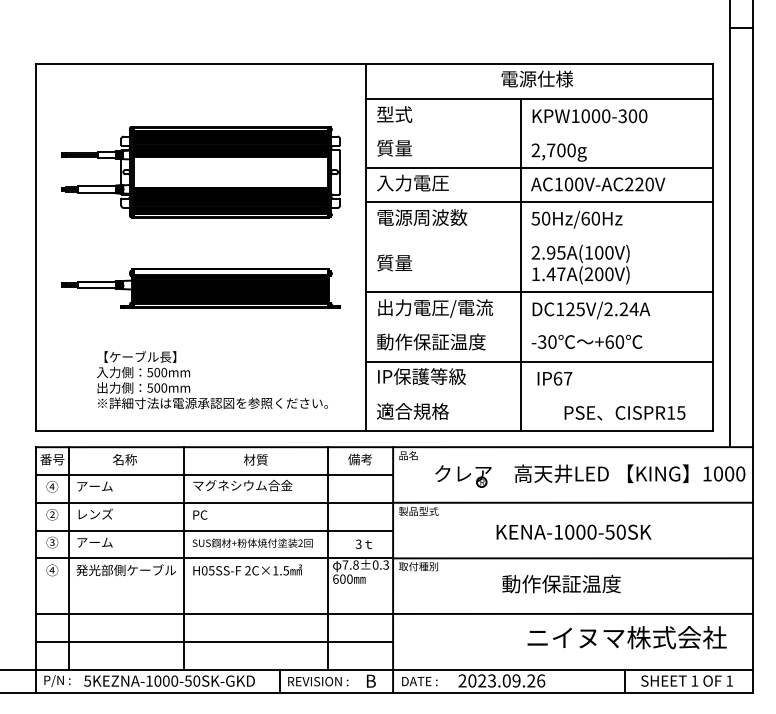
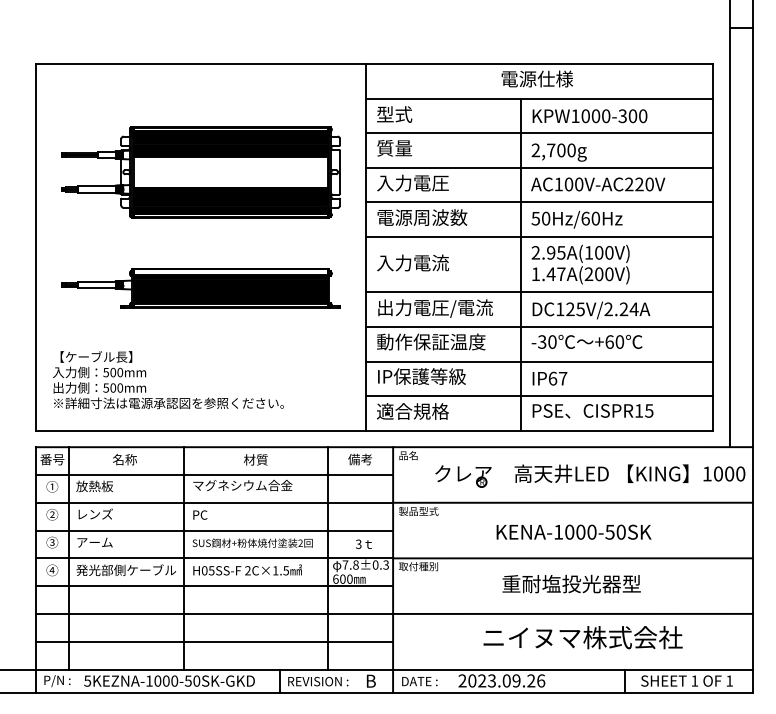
line at (538, 133): none -> present
line at (538, 236): none -> present
text at (413, 262): 質量 -> 入力電流
line at (538, 327): none -> present
text at (554, 378) position: (554, 378) -> (549, 378)
text at (212, 380) position: (212, 380) -> (168, 380)
line at (538, 396): none -> present
text at (624, 413) position: (624, 413) -> (592, 411)
text at (51, 486): ④ -> ①
text at (94, 486): アーム -> 放熱板
text at (571, 583): 動作保証温度 -> 重耐塩投光器型
line at (214, 586): none -> present
text at (626, 637) position: (626, 637) -> (582, 637)
